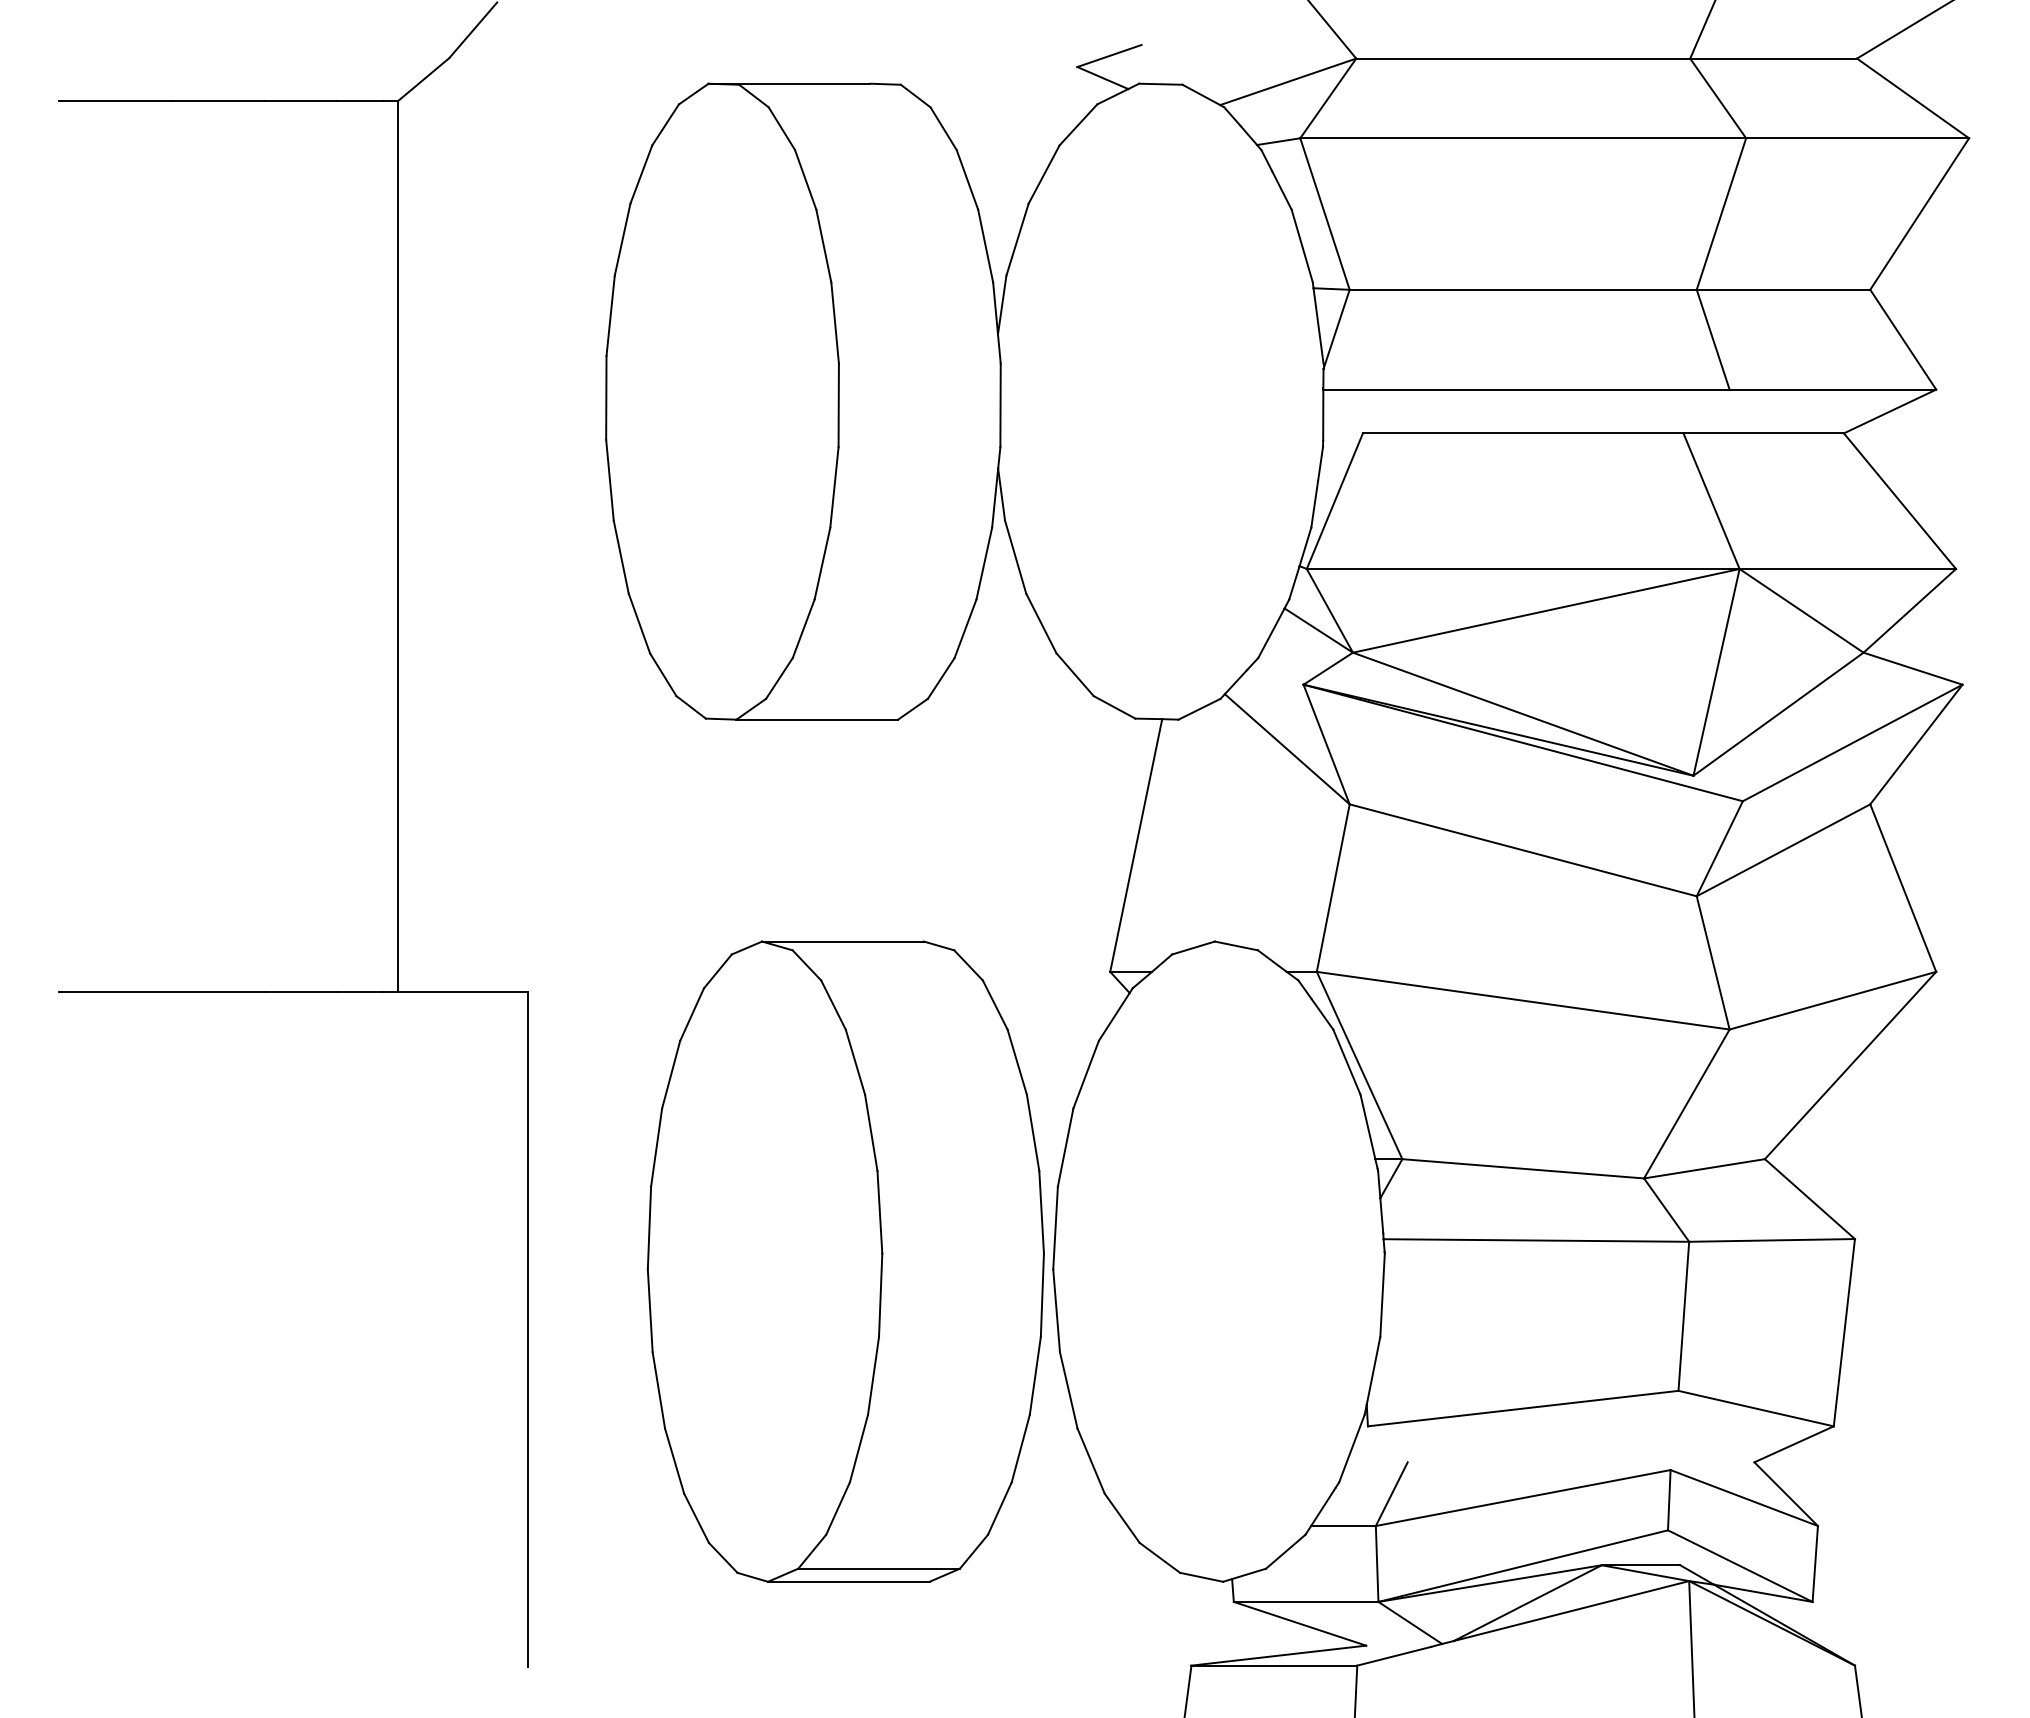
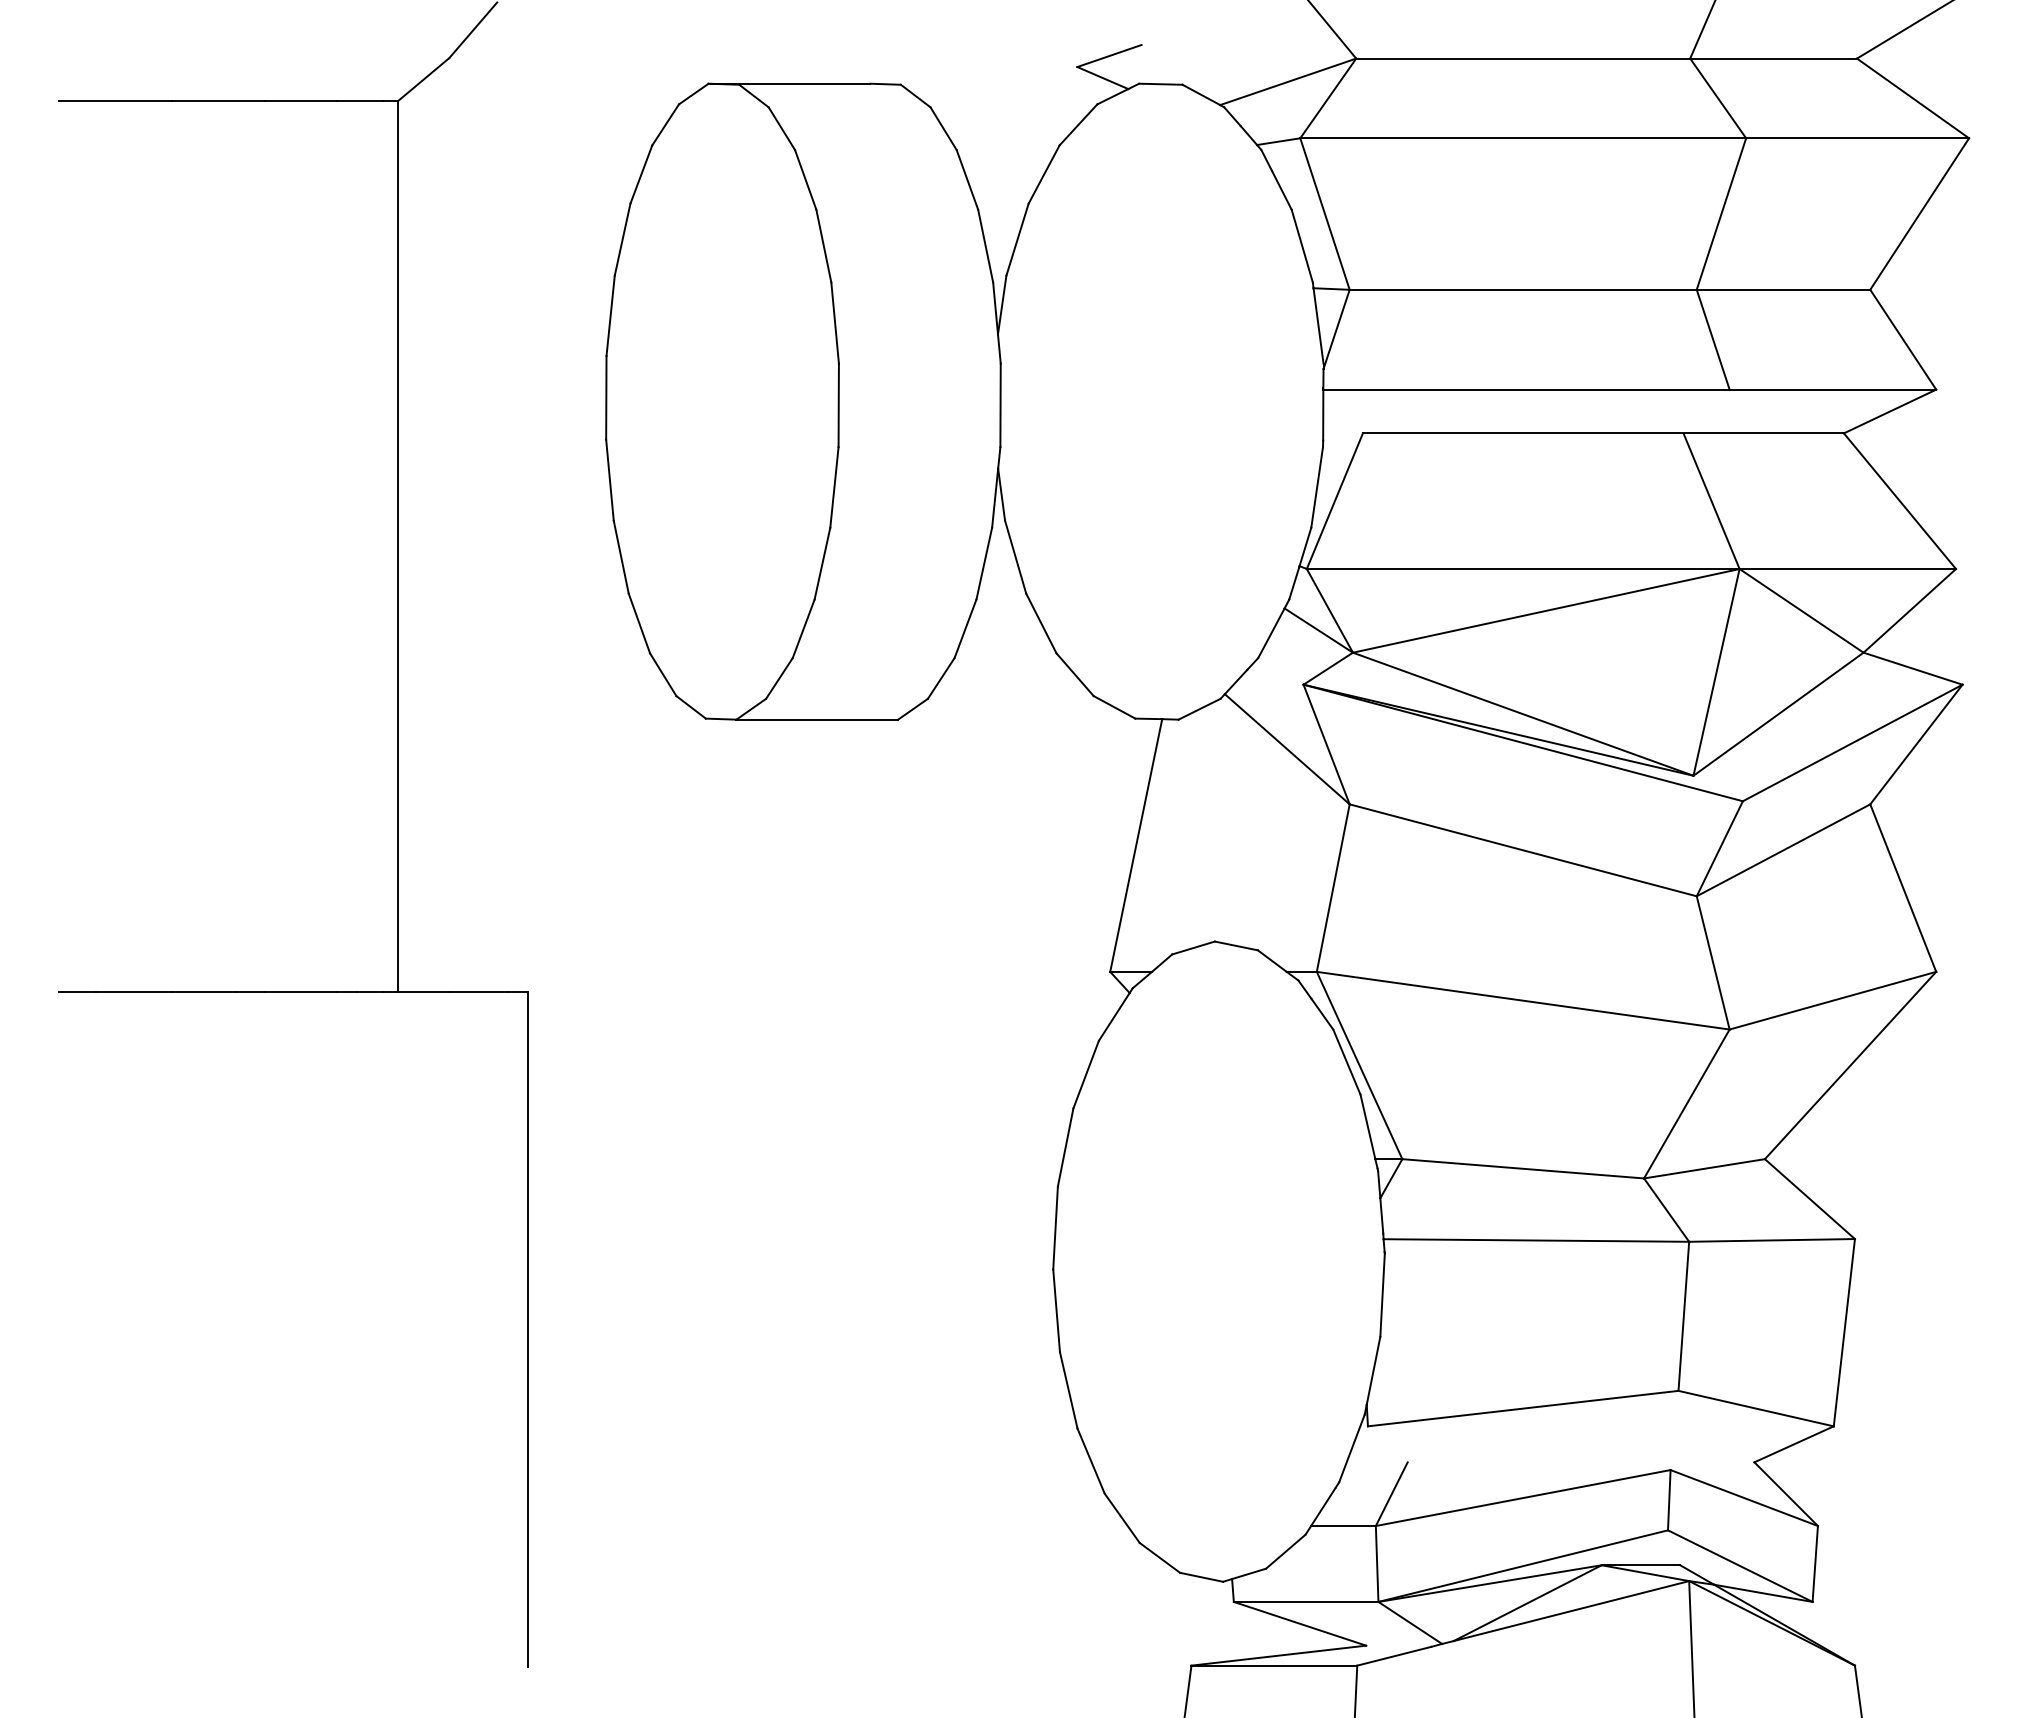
part at (845, 1261): present -> none
